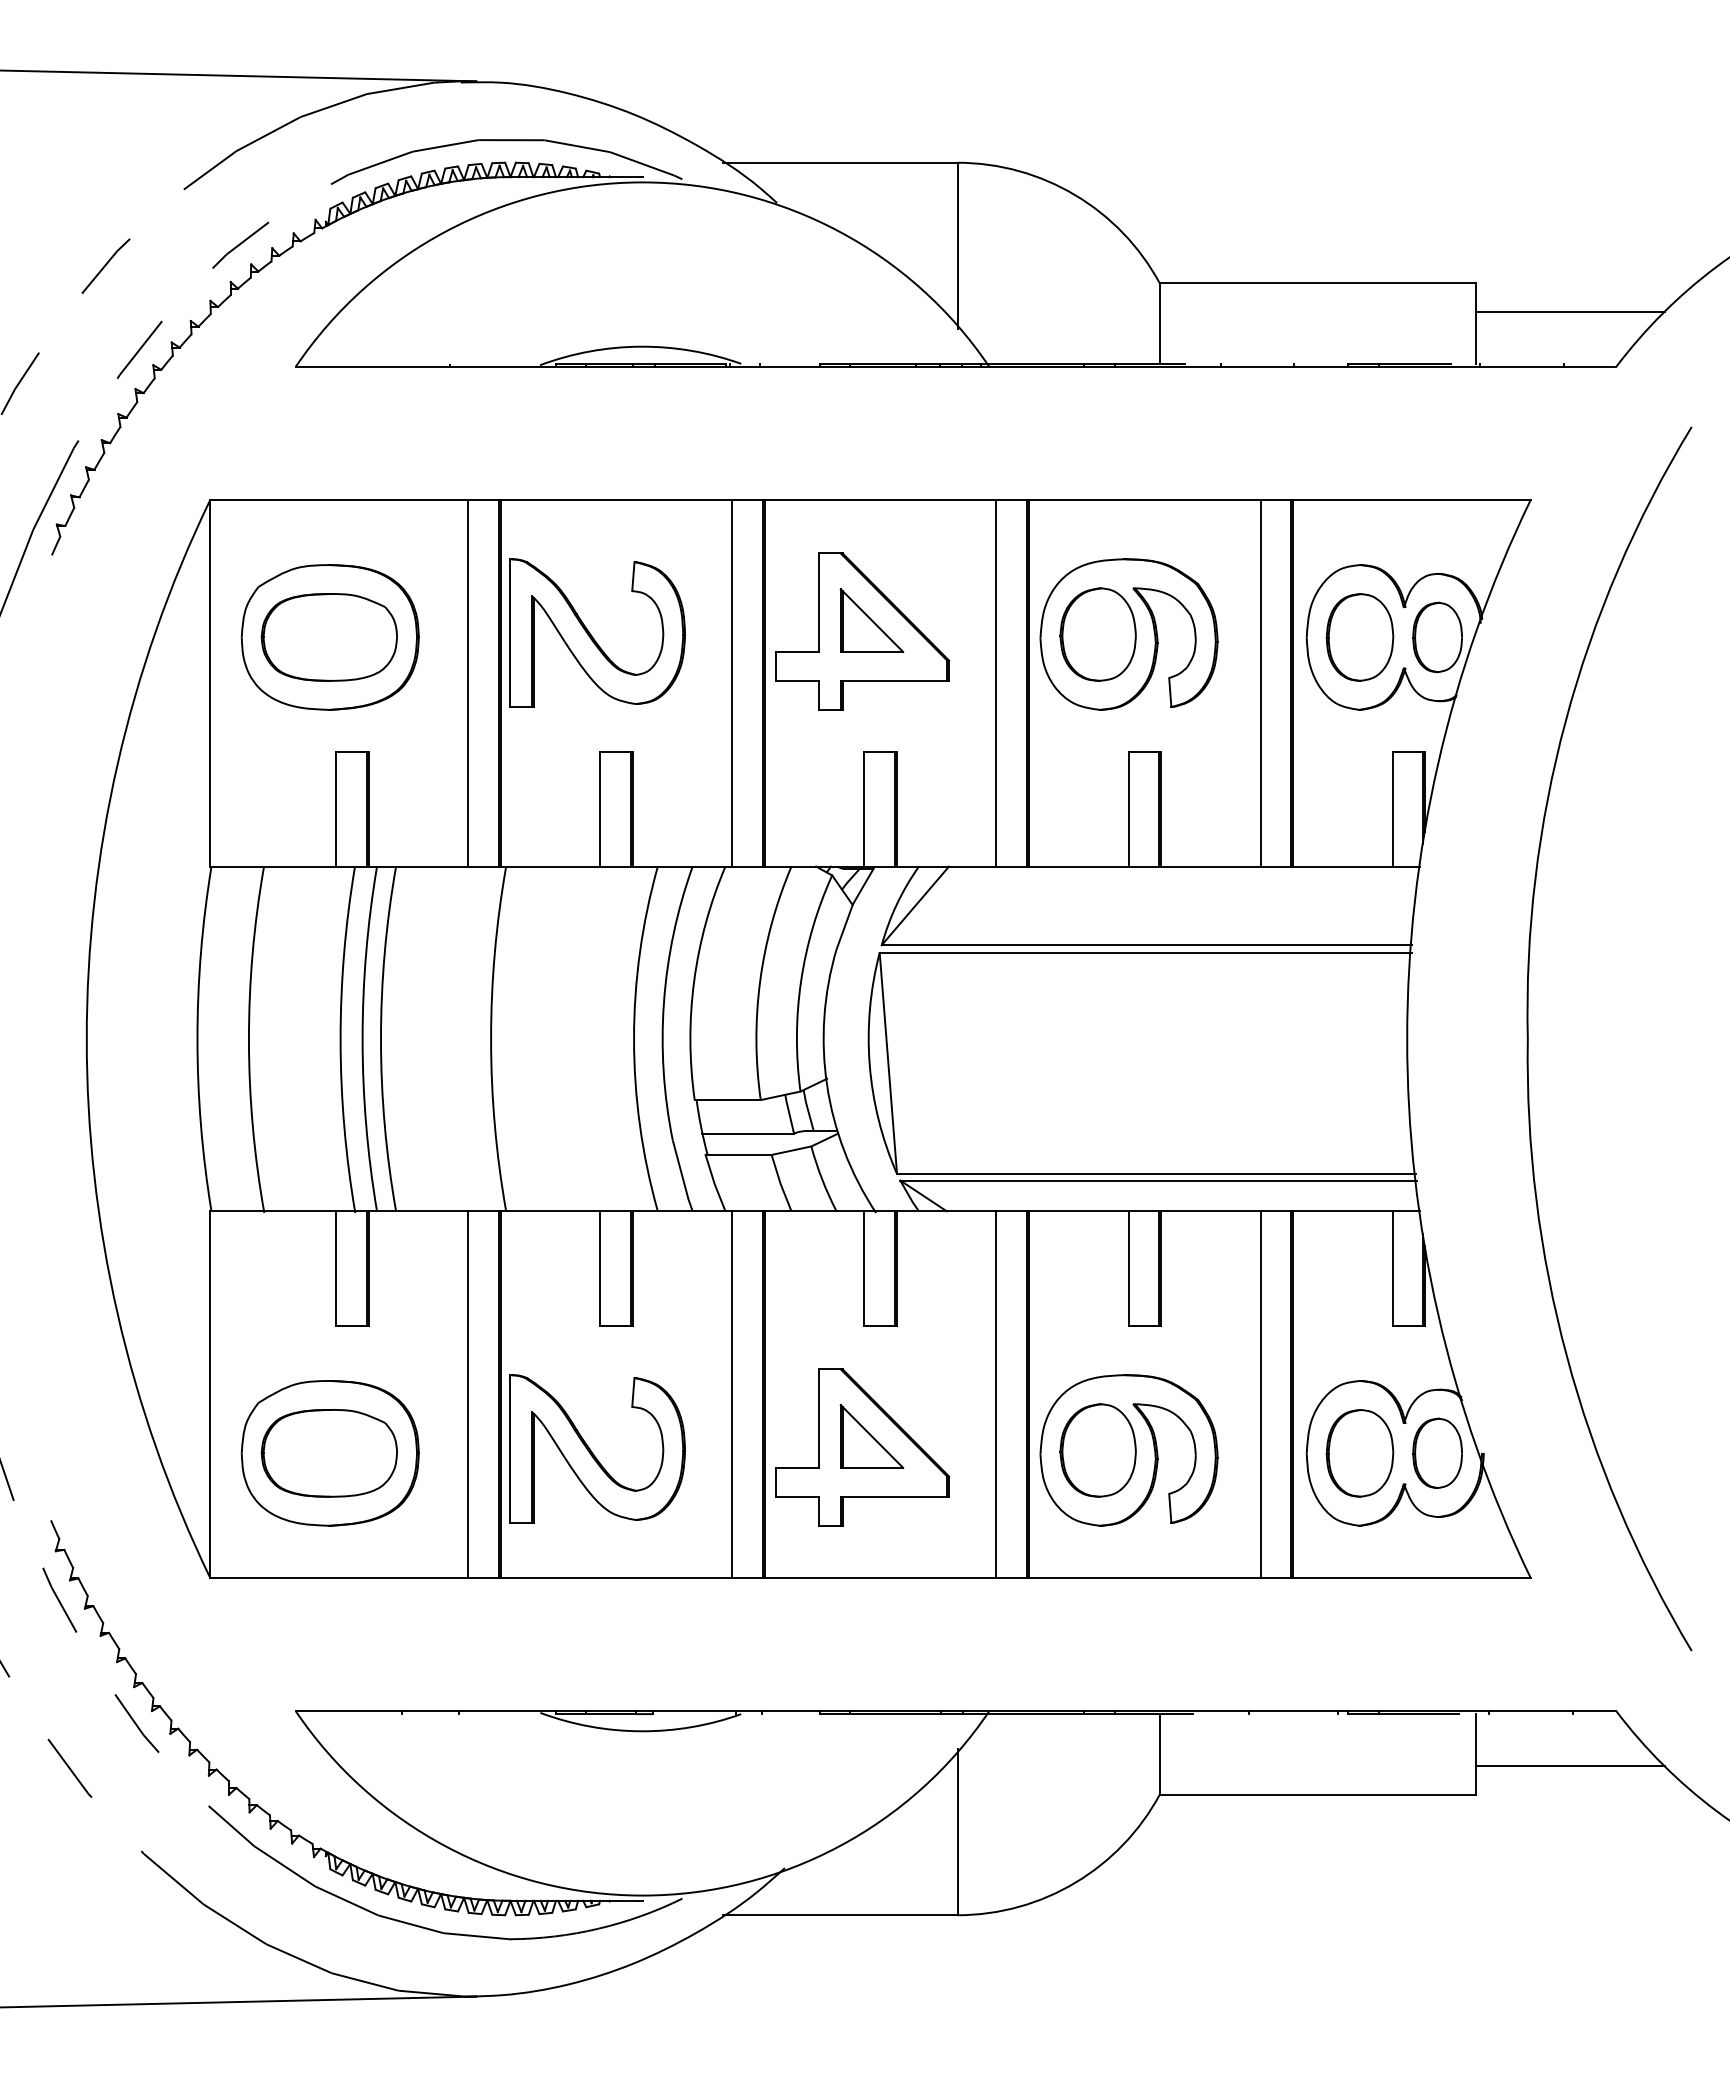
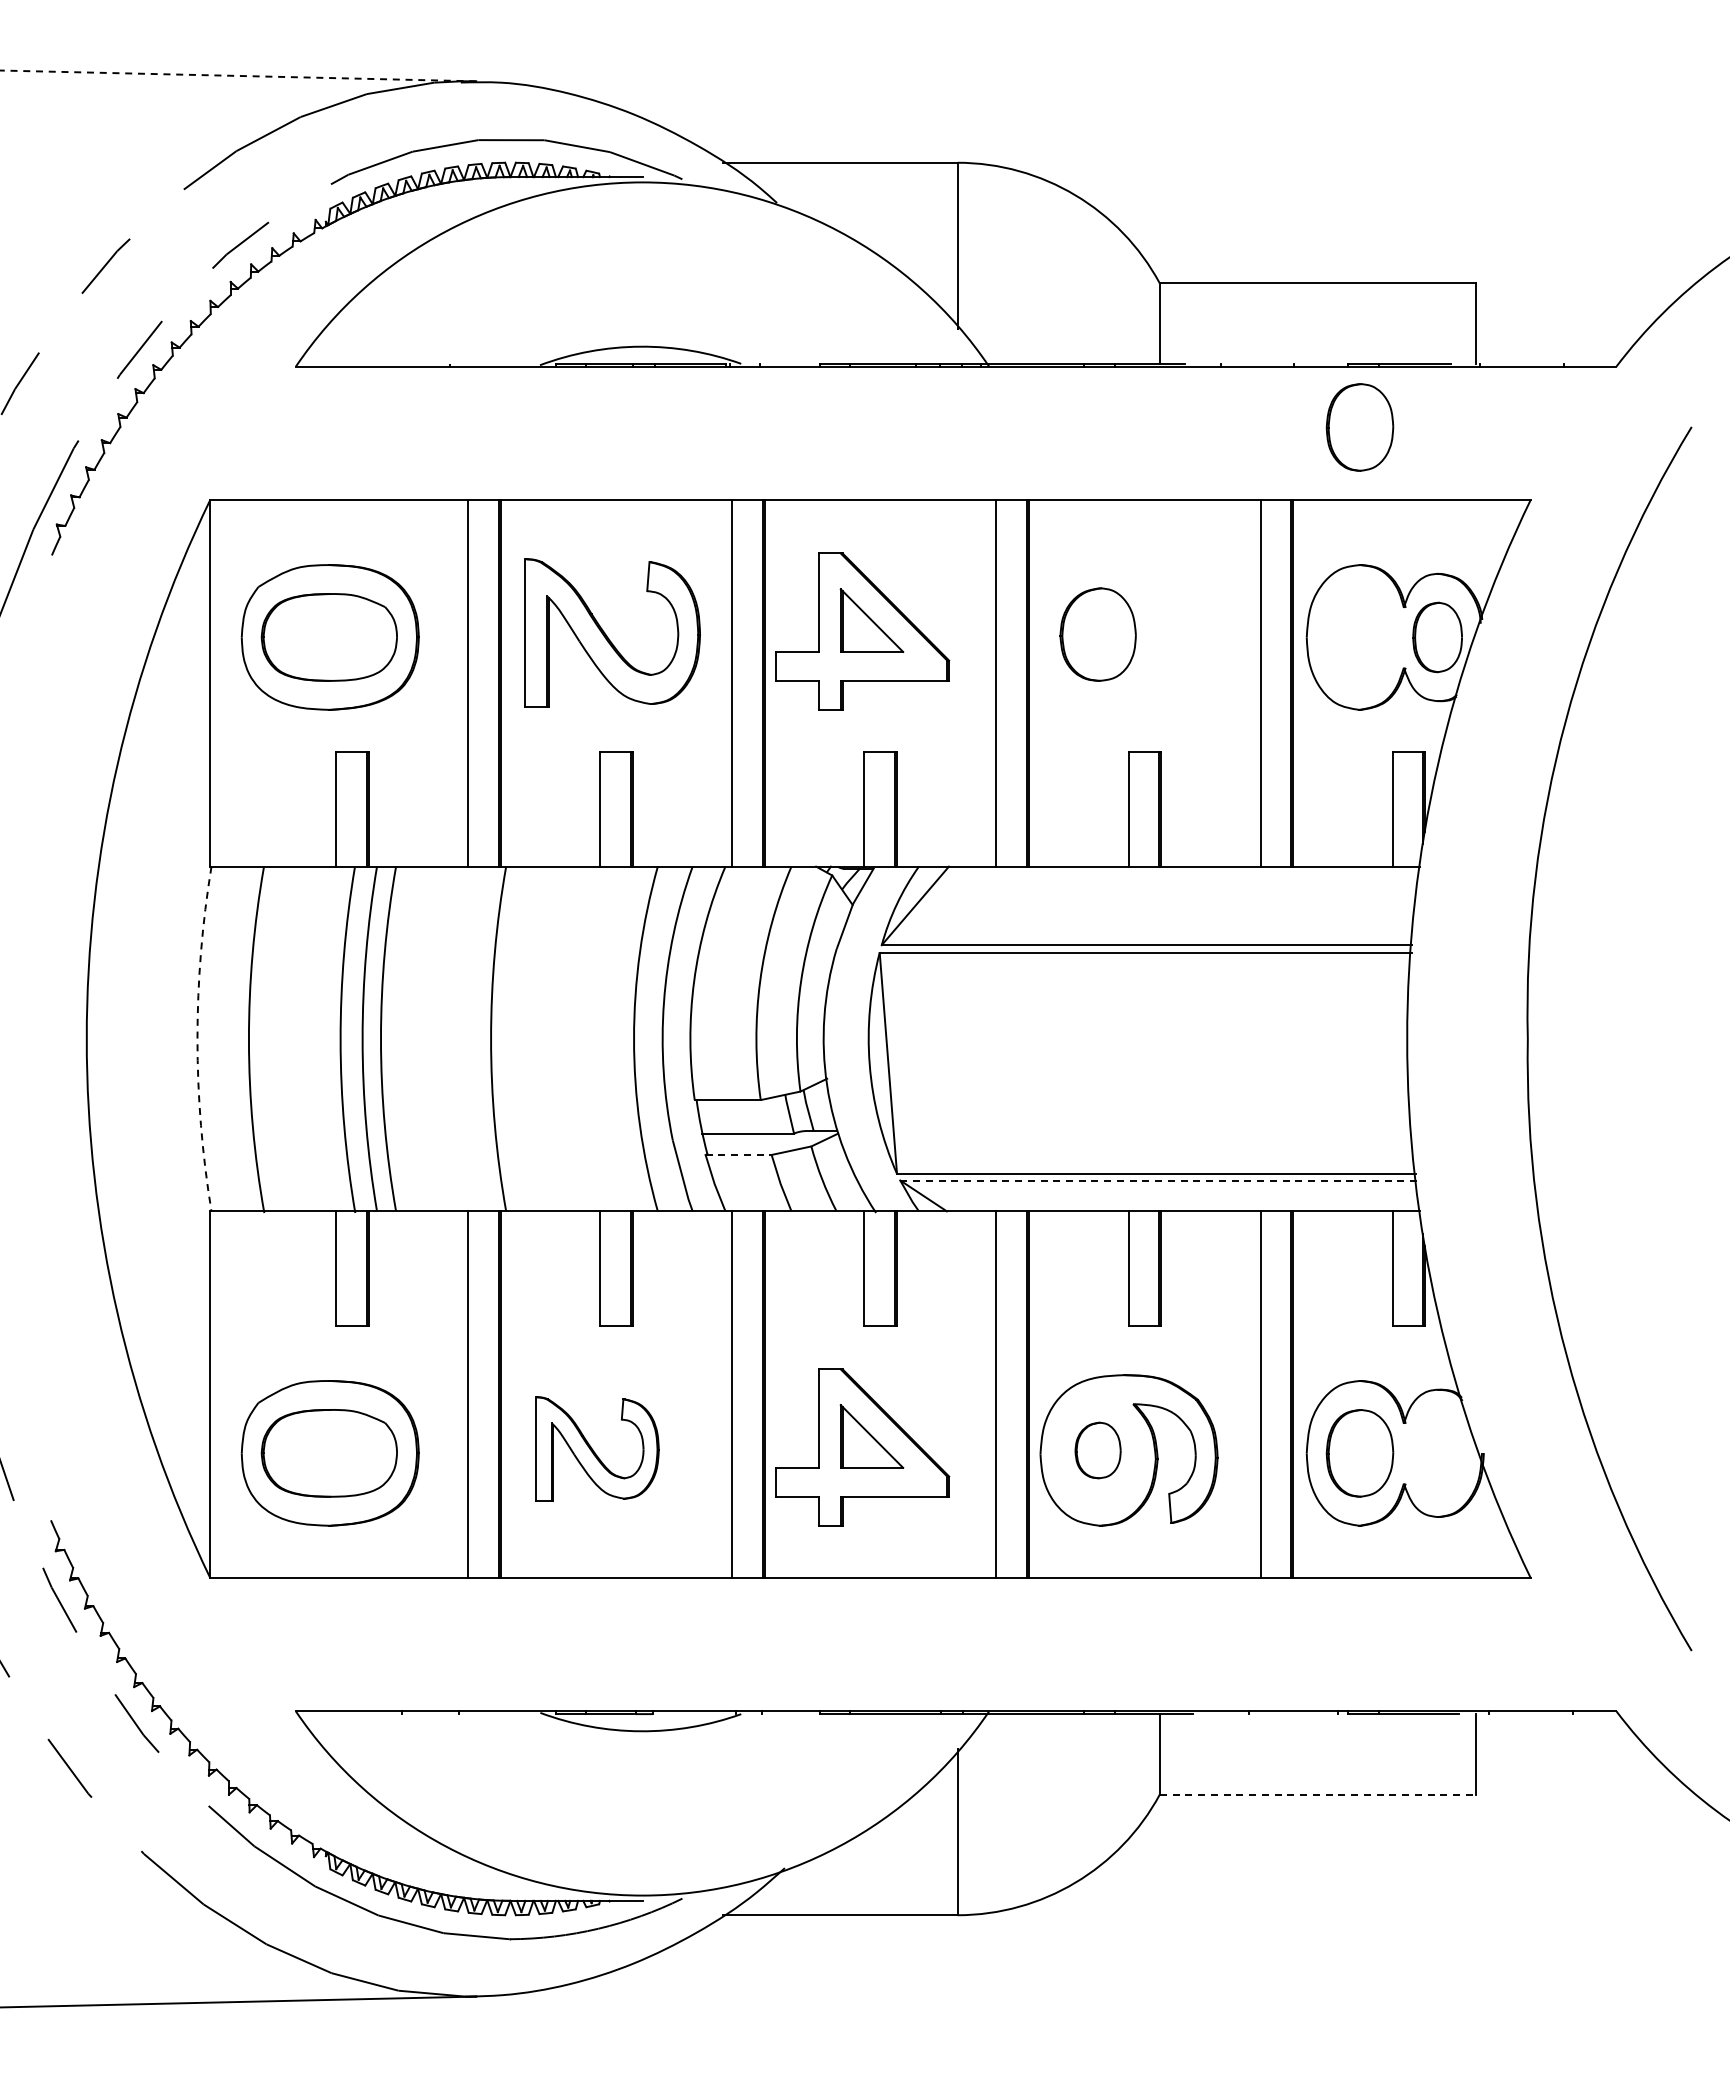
line at (238, 75): solid -> dashed
line at (1570, 312): present -> none
part at (597, 632) position: (597, 632) -> (612, 632)
part at (1128, 634): present -> none
part at (1359, 637) position: (1359, 637) -> (1359, 427)
arc at (197, 1039): solid -> dashed
line at (739, 1154): solid -> dashed
line at (1158, 1180): solid -> dashed
part at (597, 1448) size: 177x150 px -> 125x106 px
part at (1097, 1450) size: 78x95 px -> 48x59 px
part at (1437, 1452): present -> none
line at (1570, 1765): present -> none
line at (1318, 1794): solid -> dashed
